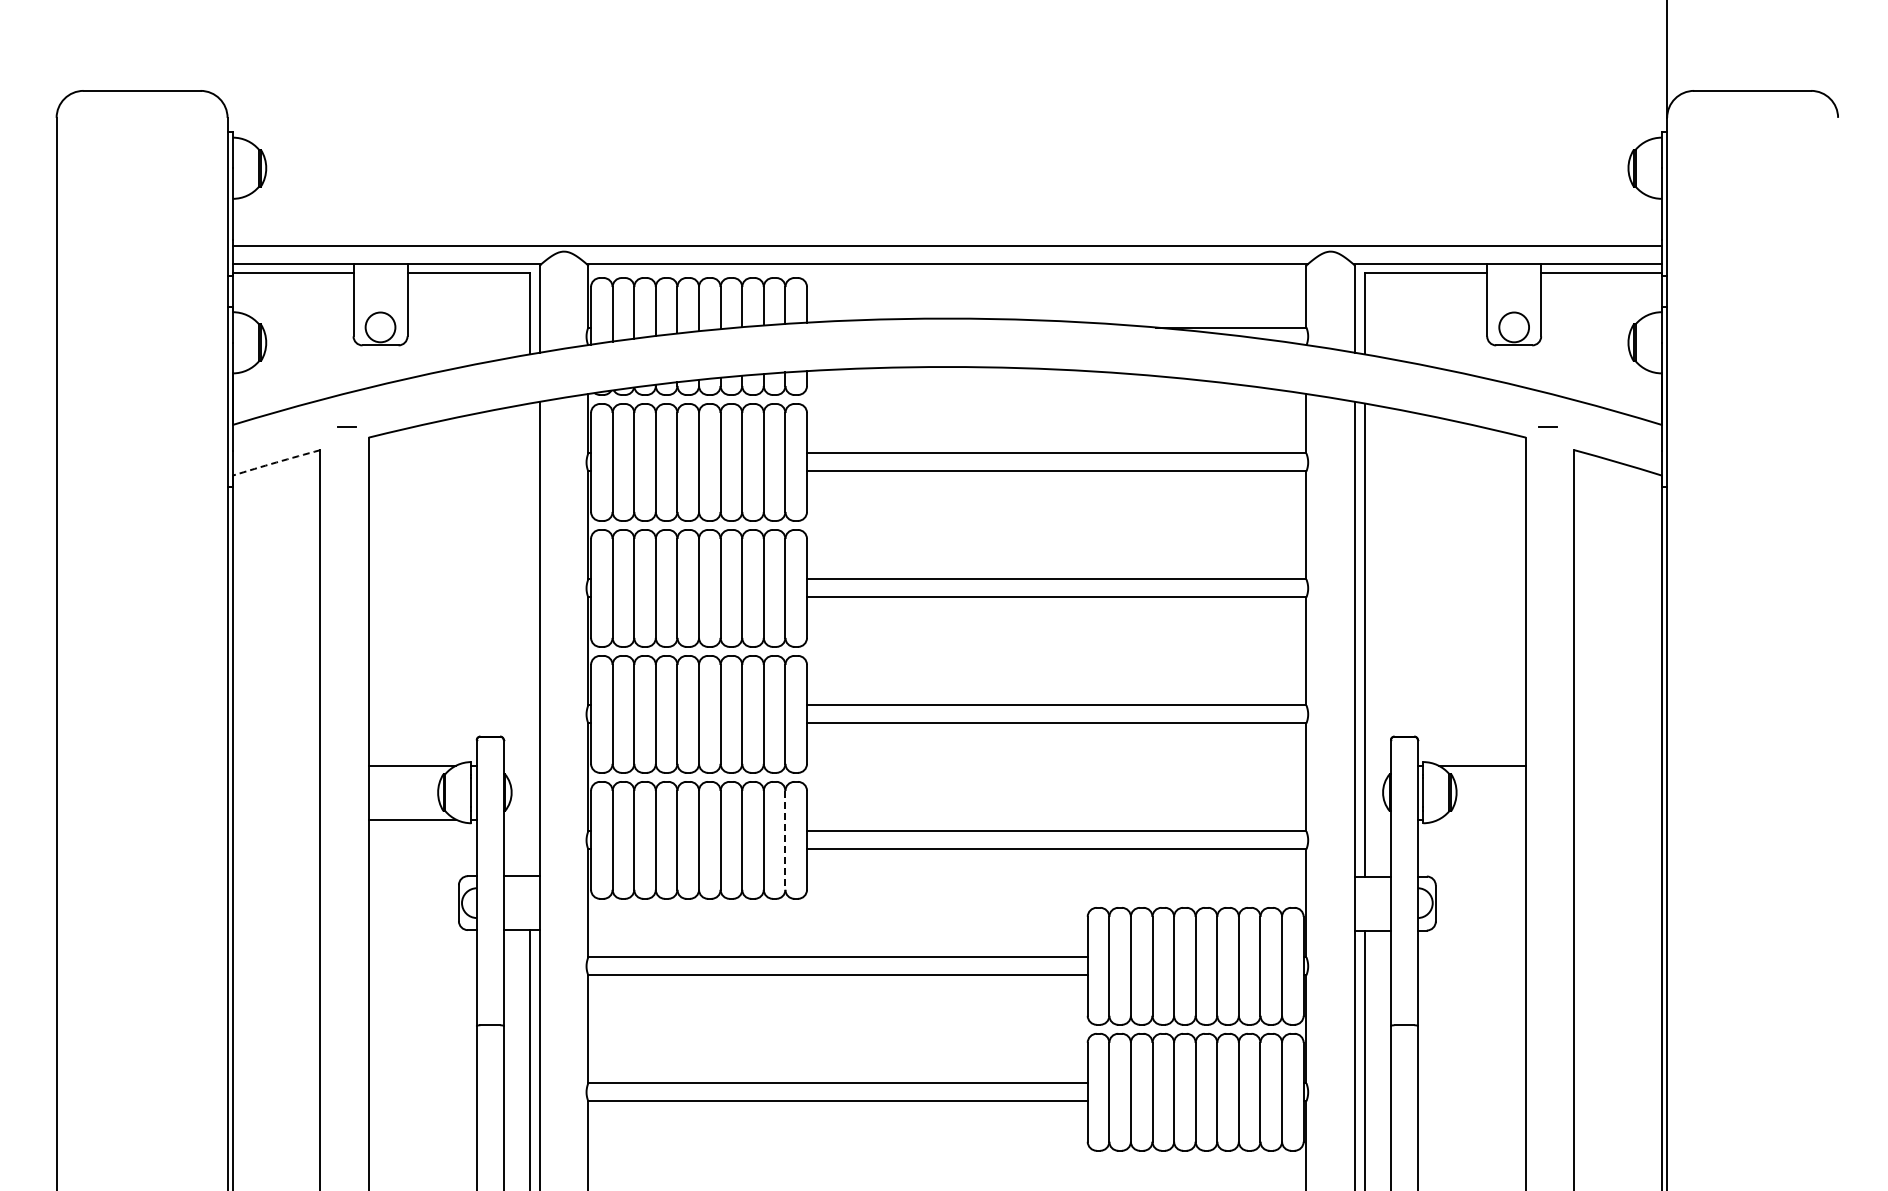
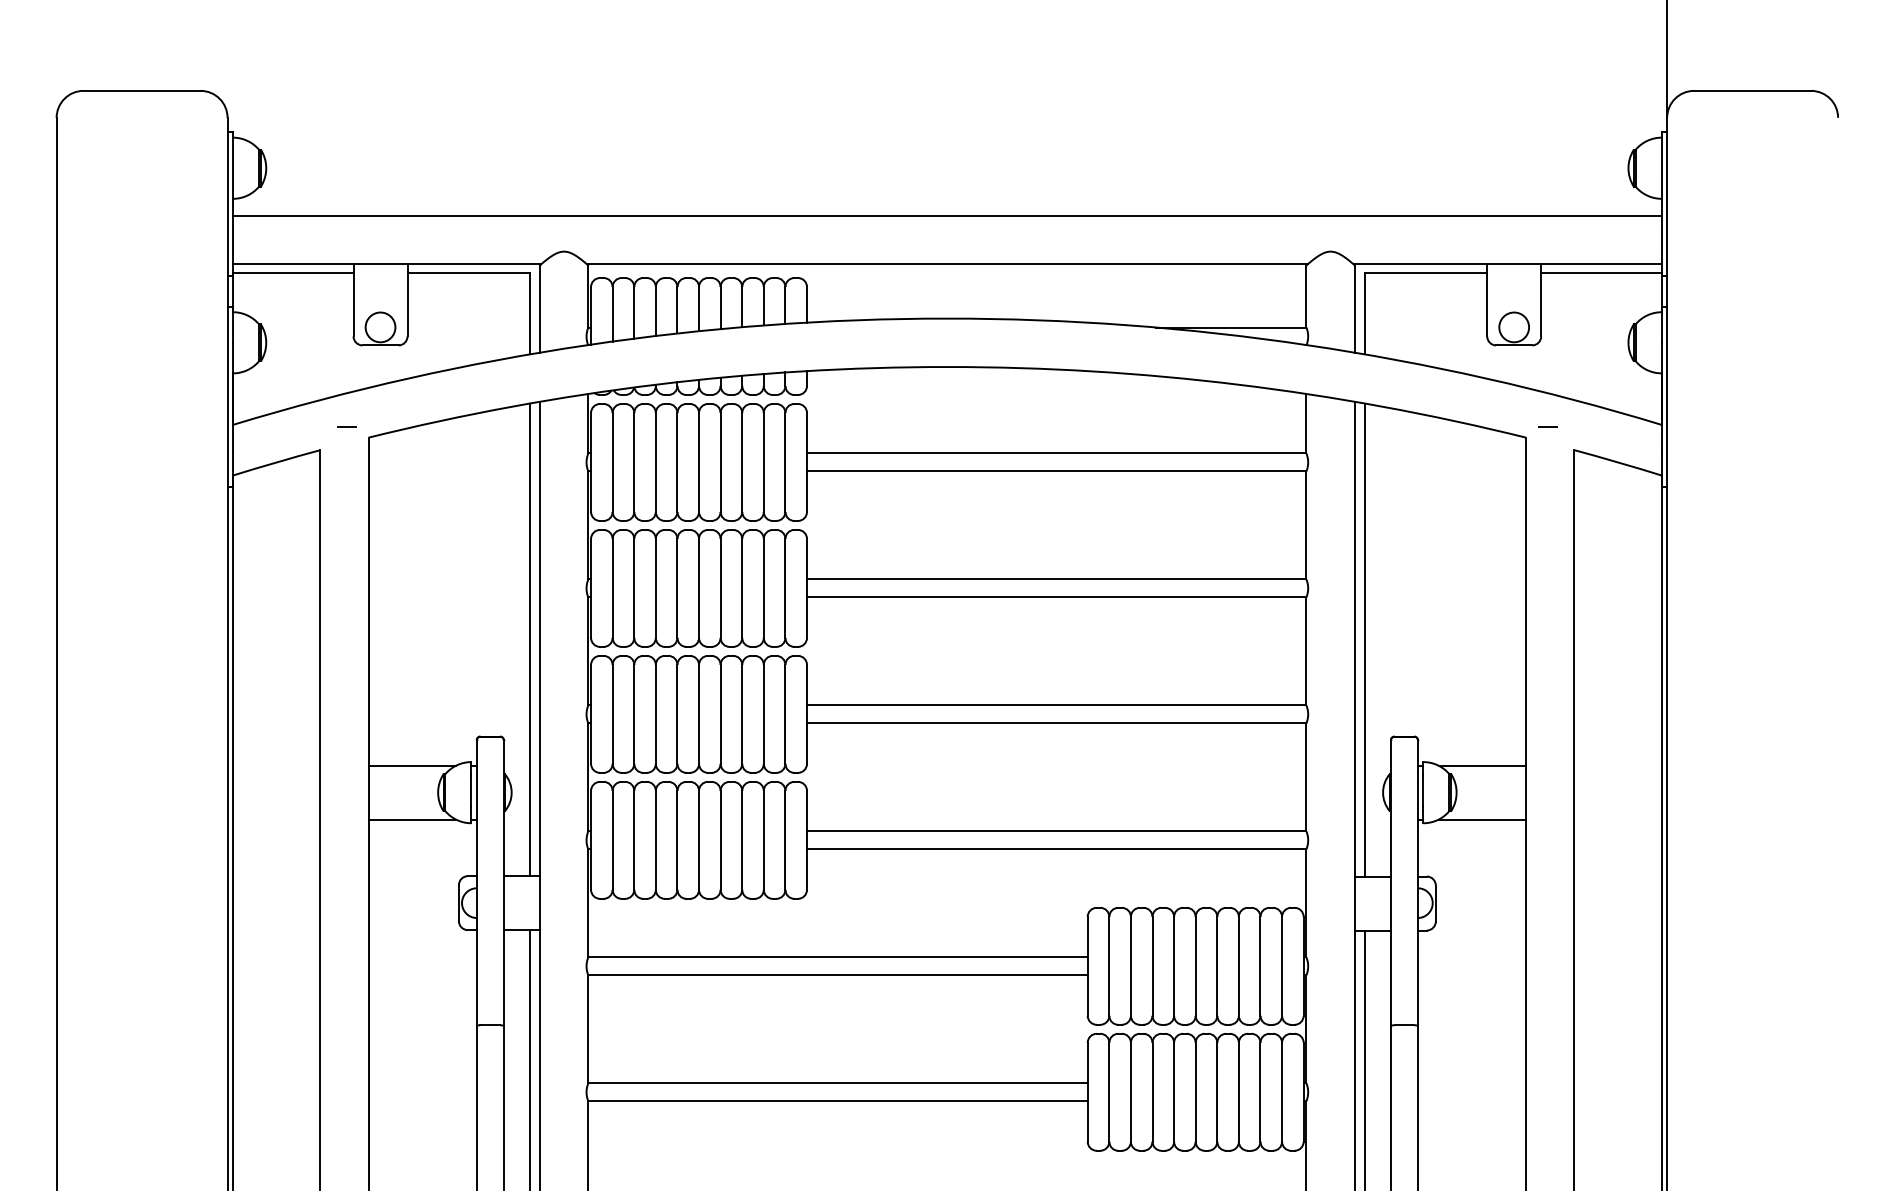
line at (946, 246) position: (946, 246) -> (946, 216)
arc at (276, 462): dashed -> solid
line at (529, 639): none -> present
line at (1481, 819): none -> present
line at (785, 840): dashed -> solid
